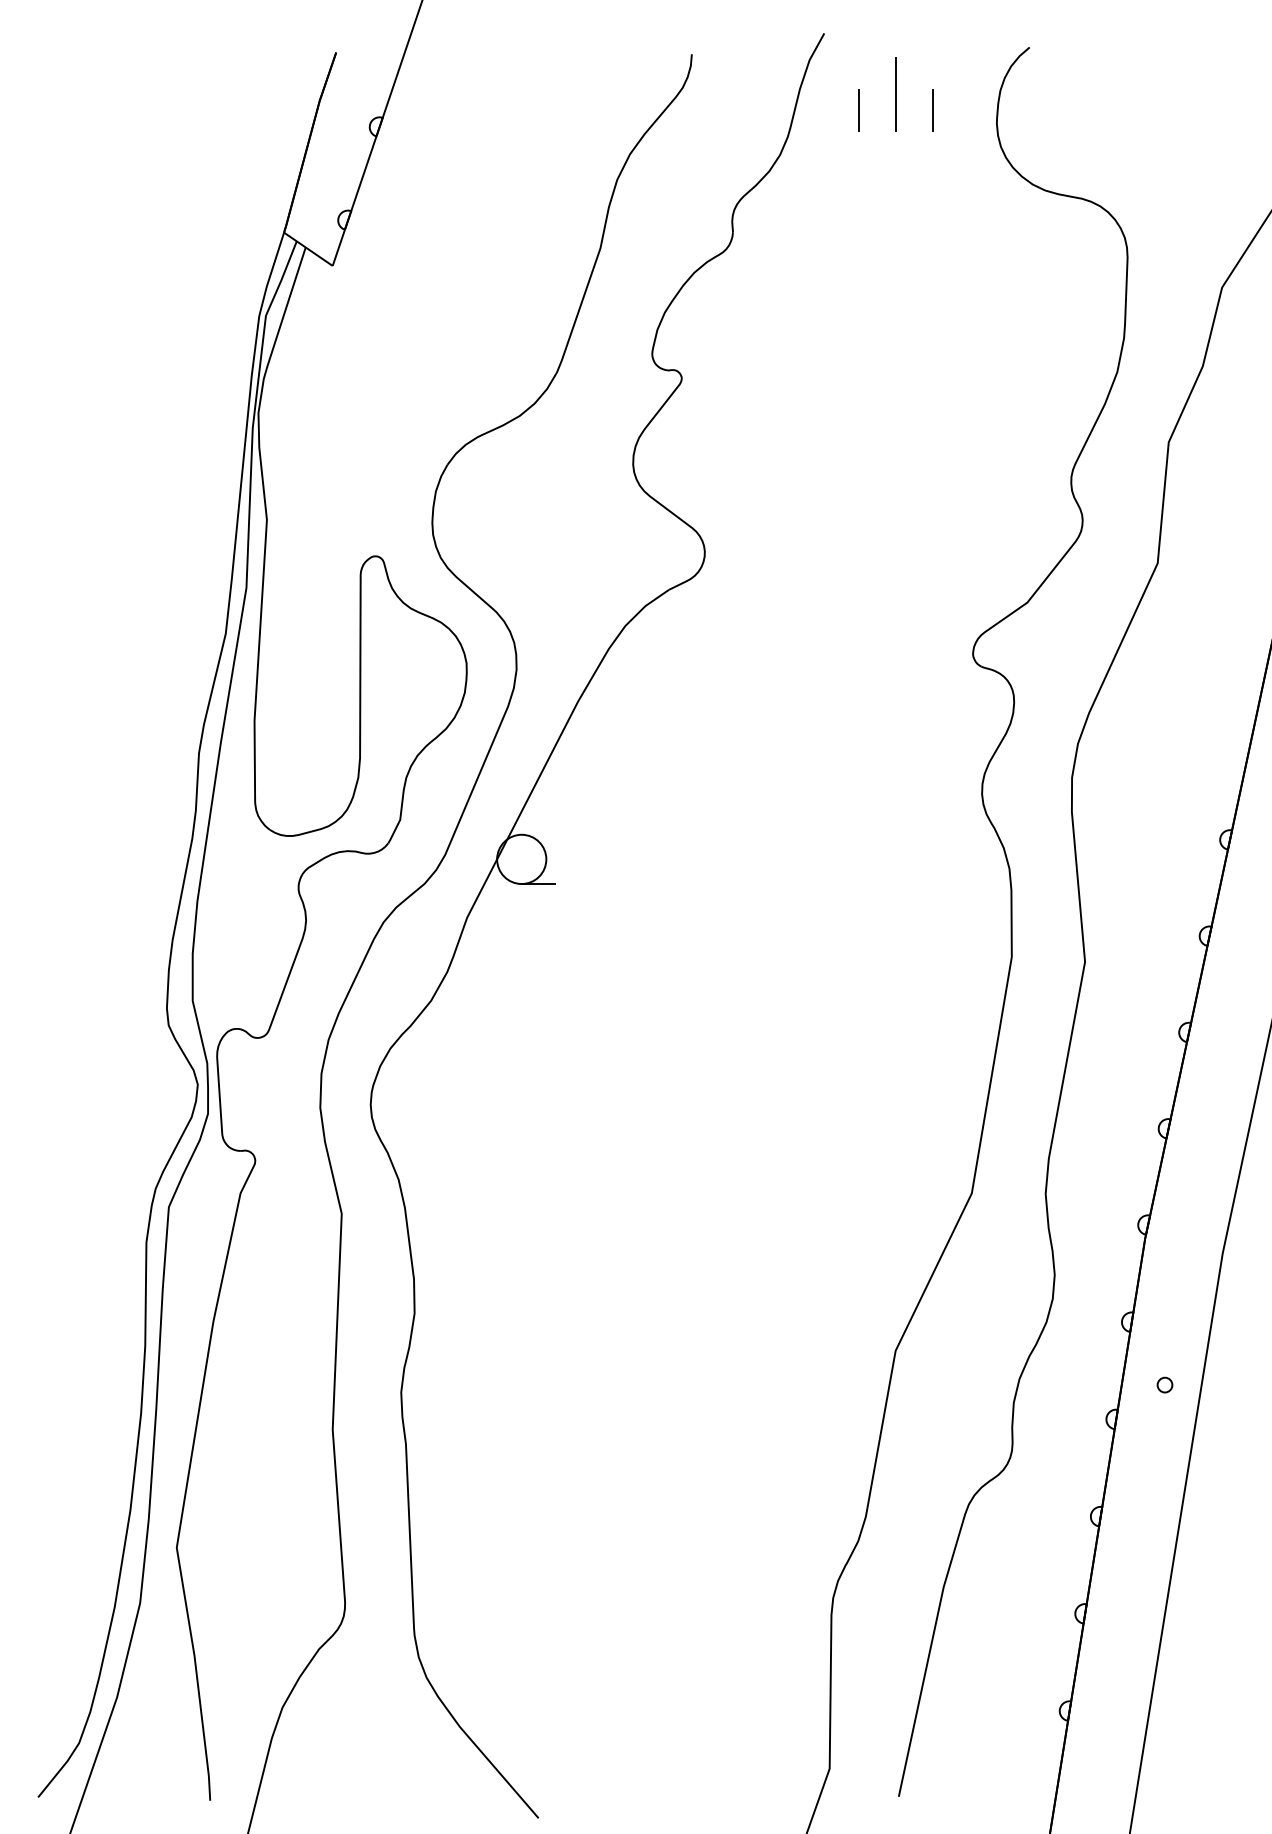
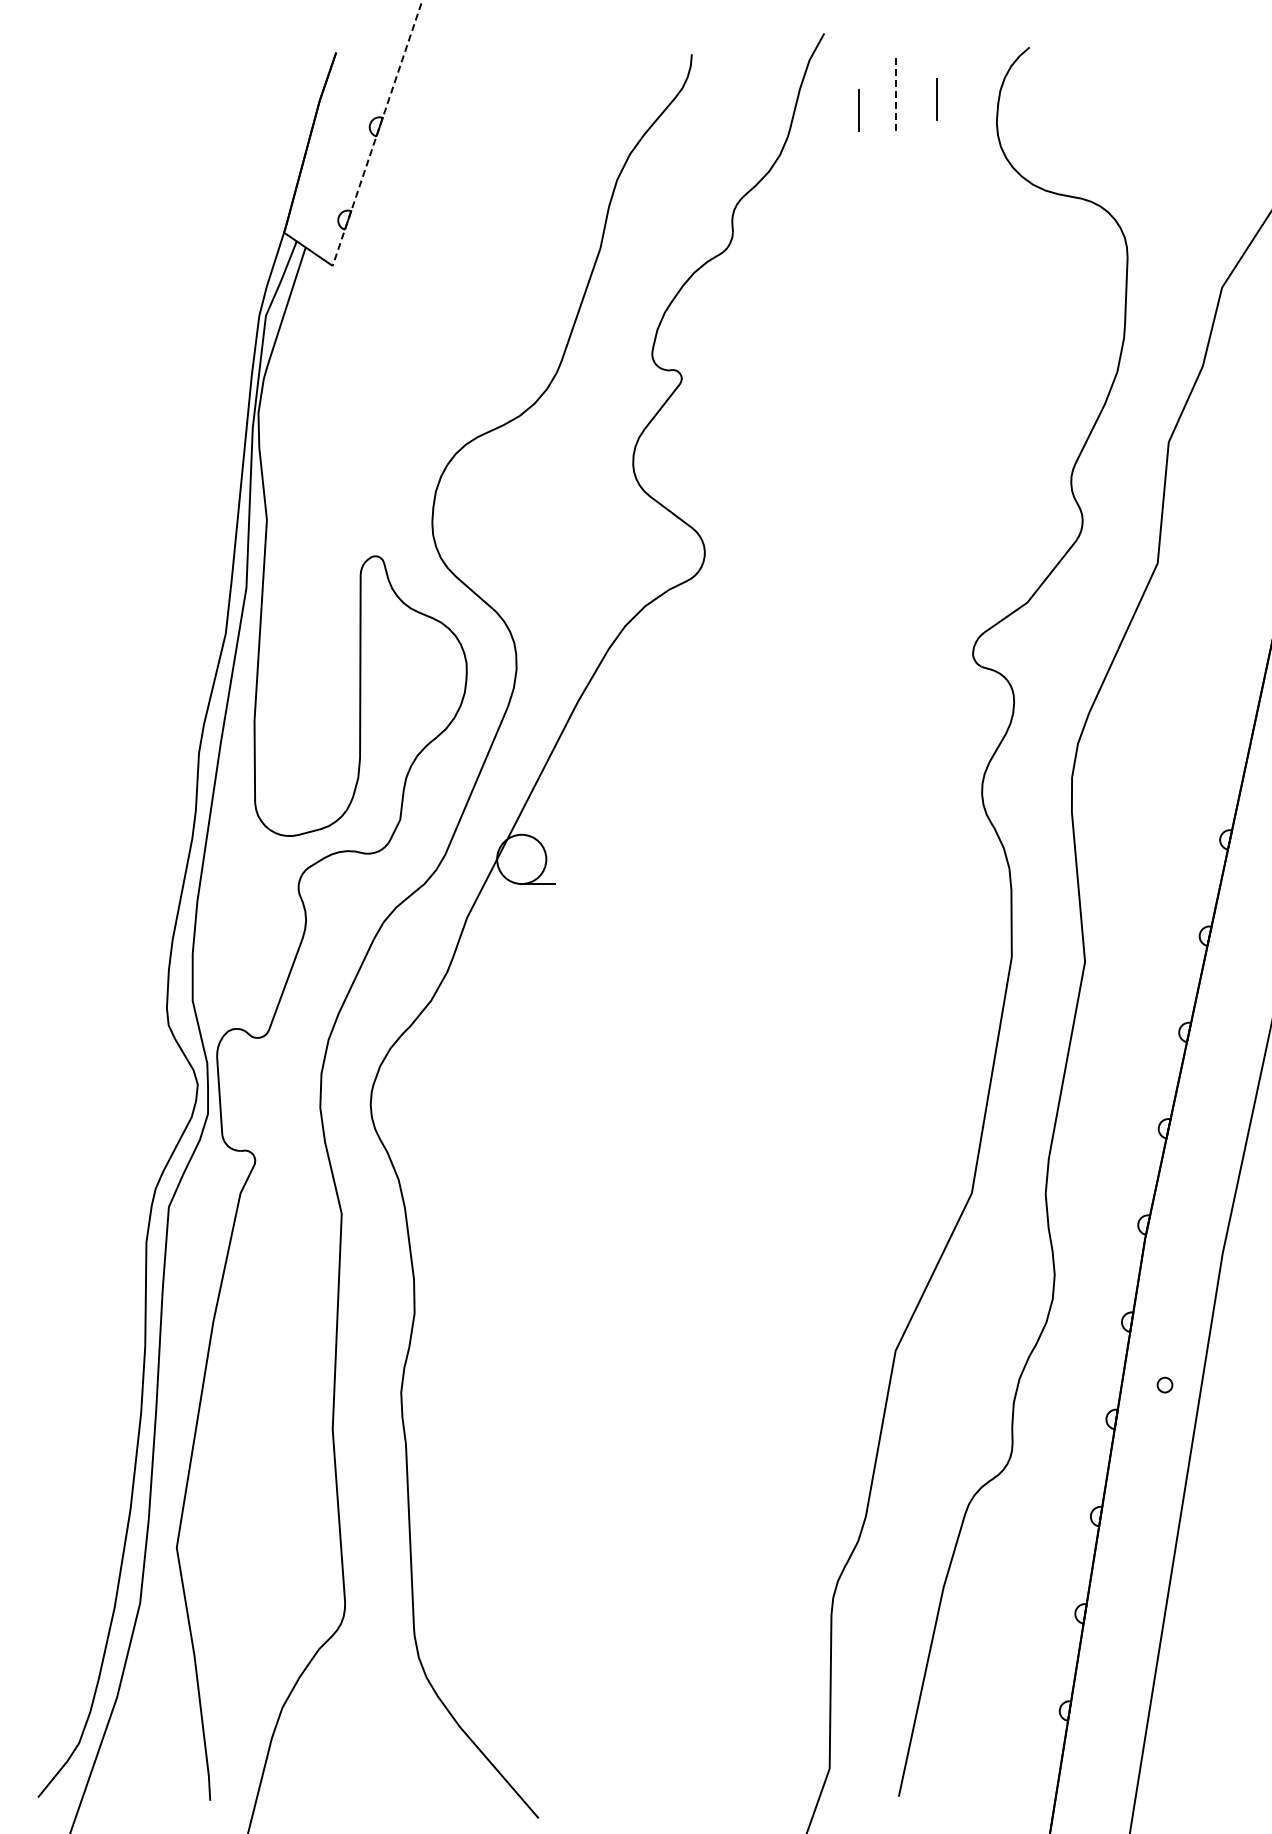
line at (896, 94): solid -> dashed
line at (932, 110) position: (932, 110) -> (936, 99)
line at (377, 133): solid -> dashed
